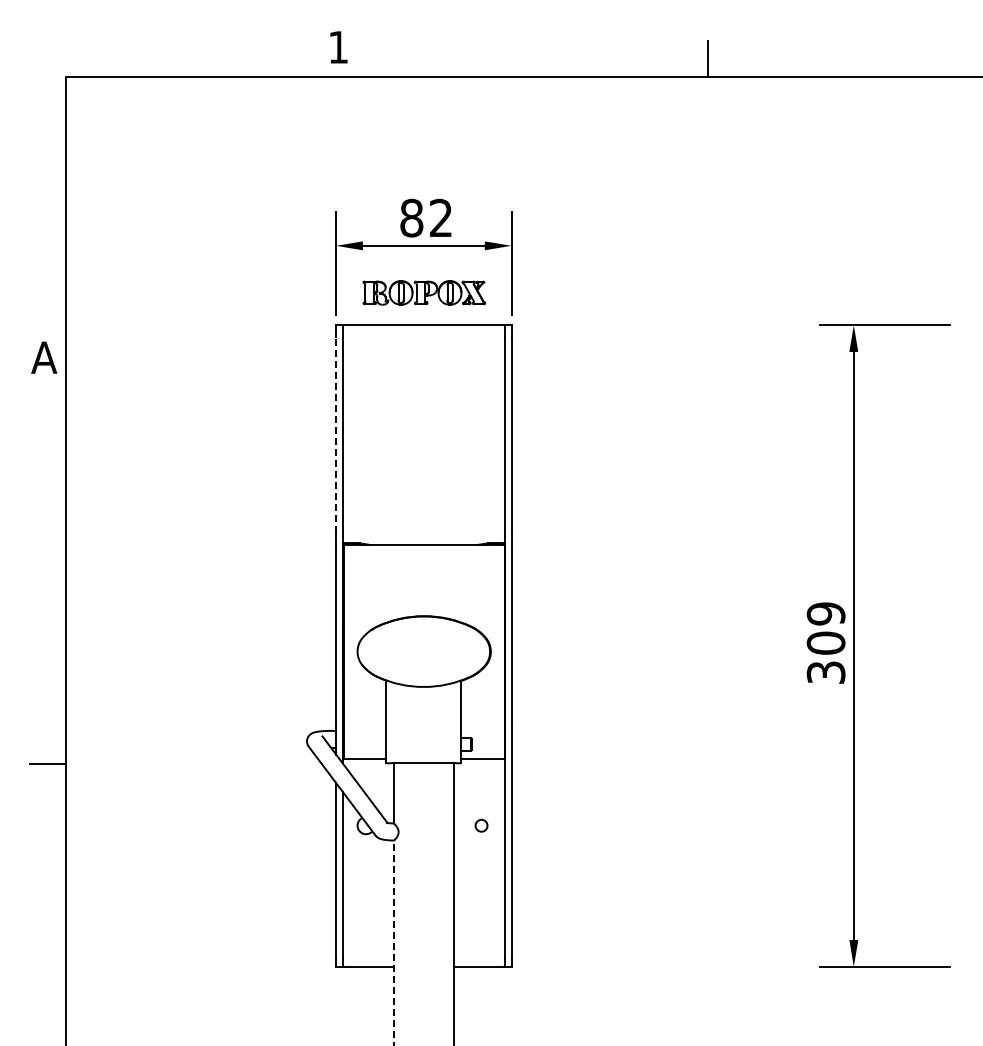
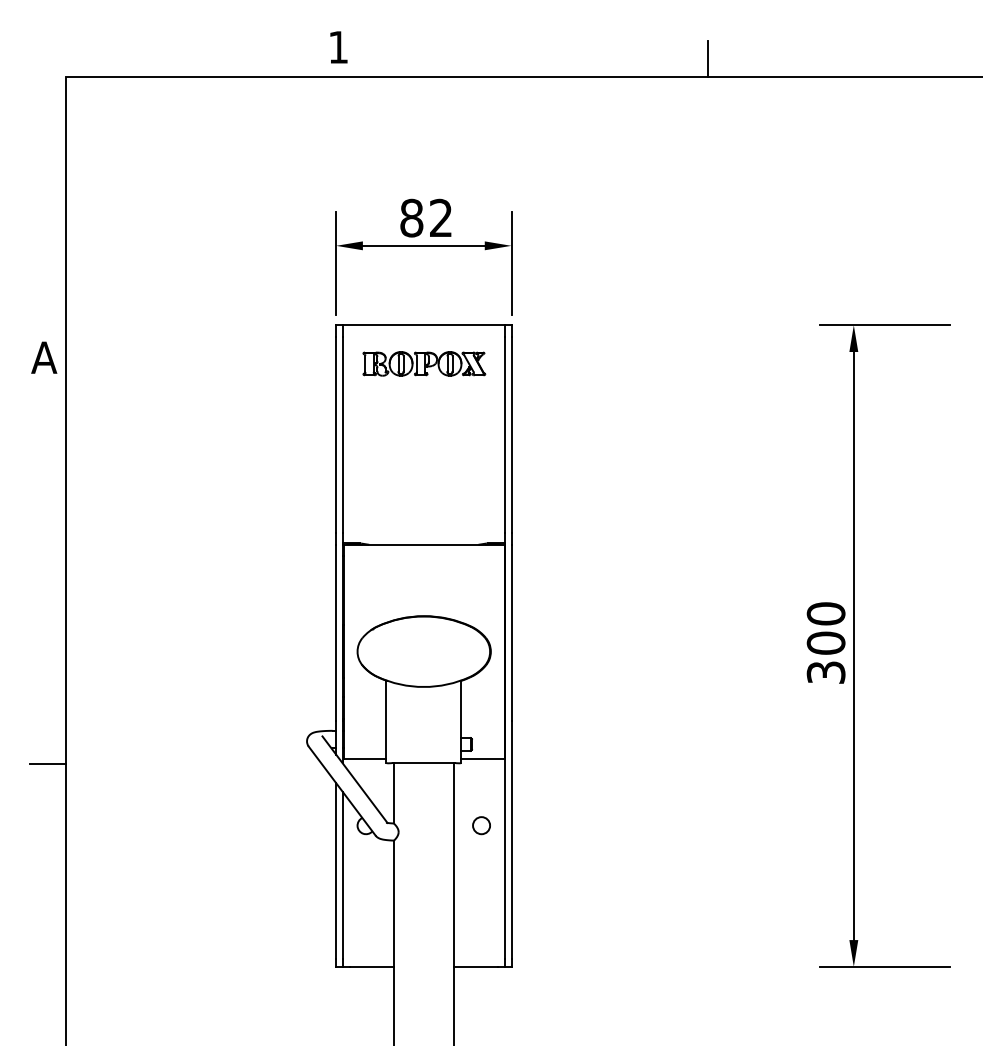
part at (424, 292) position: (424, 292) -> (424, 363)
line at (336, 434): dashed -> solid
text at (826, 613): 309 -> 300
circle at (481, 825) size: 15x15 px -> 19x20 px
line at (393, 942): dashed -> solid
